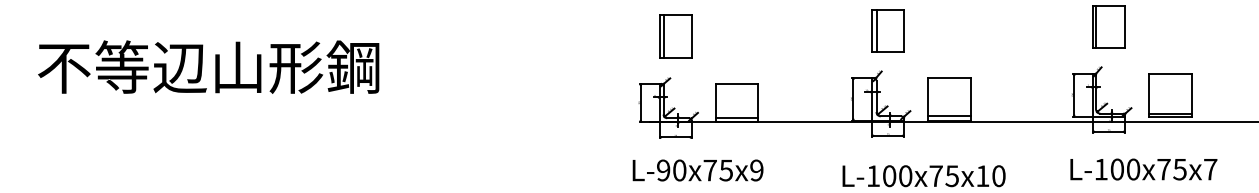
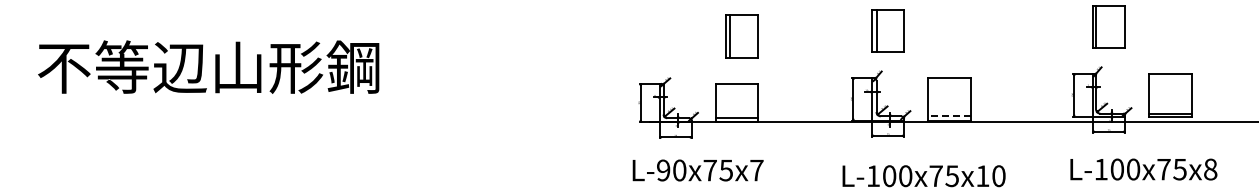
part at (675, 36) position: (675, 36) -> (741, 36)
line at (949, 116): solid -> dashed
text at (1210, 169): L-100x75x7 -> L-100x75x8
text at (756, 170): L-90x75x9 -> L-90x75x7
